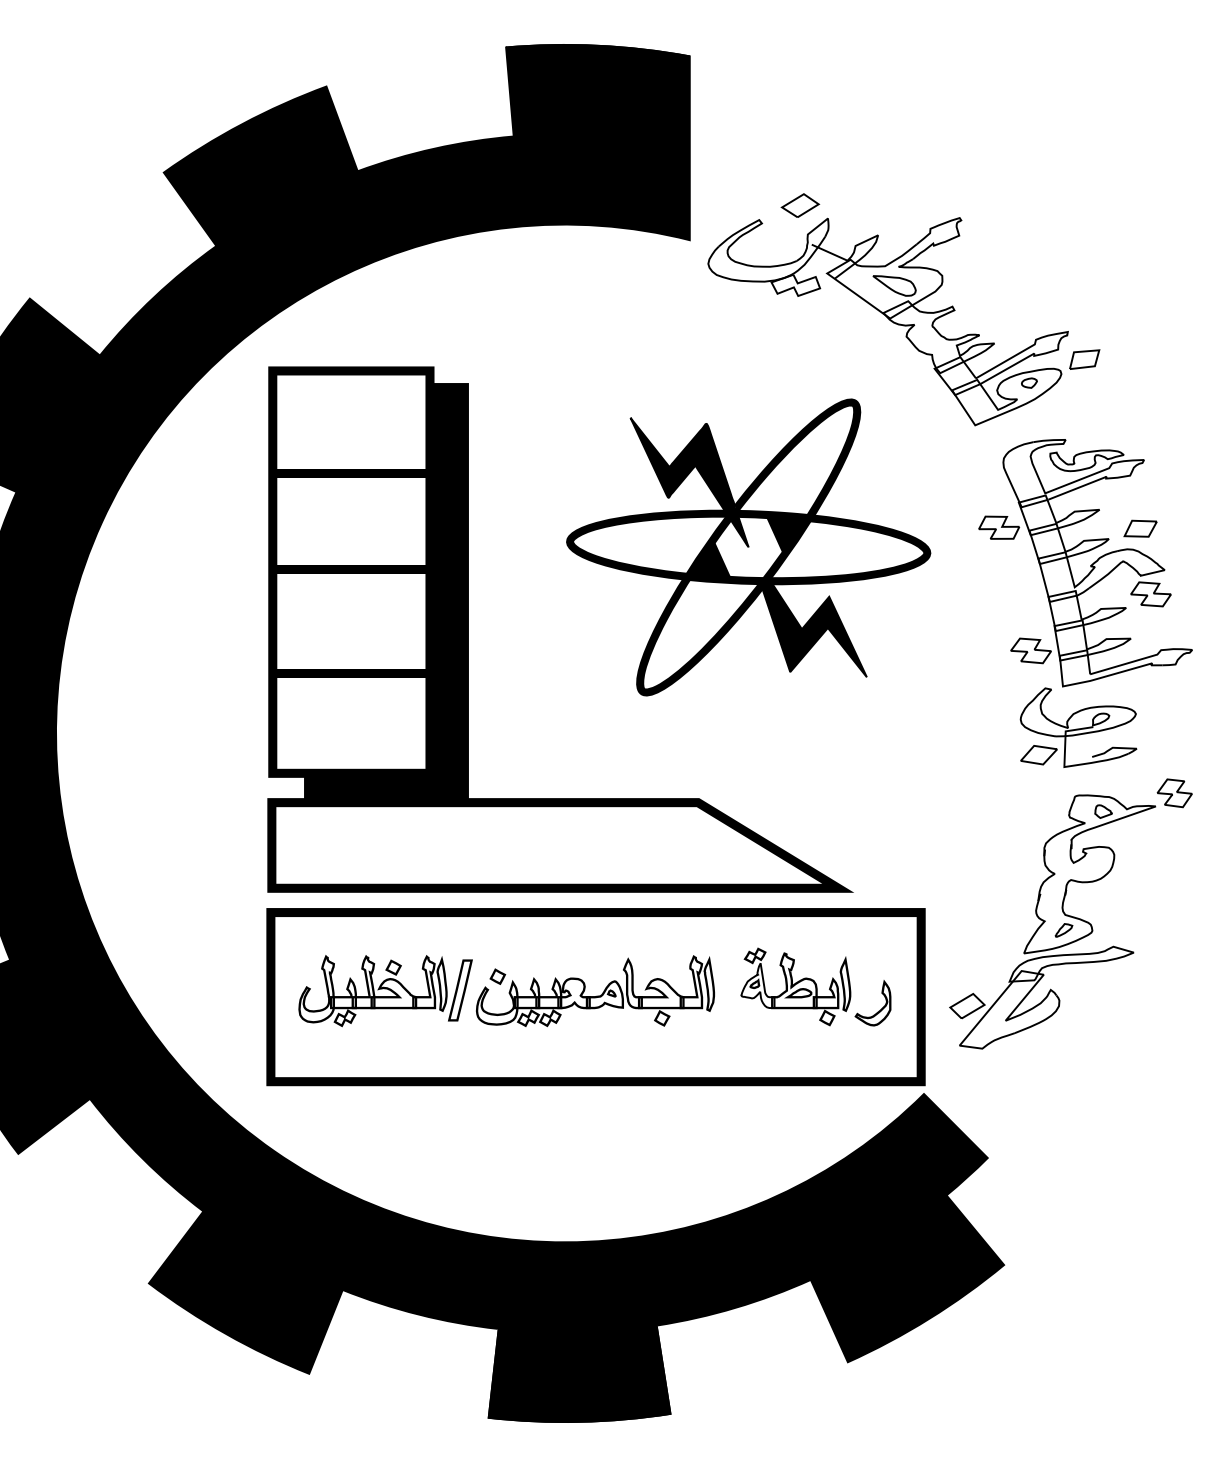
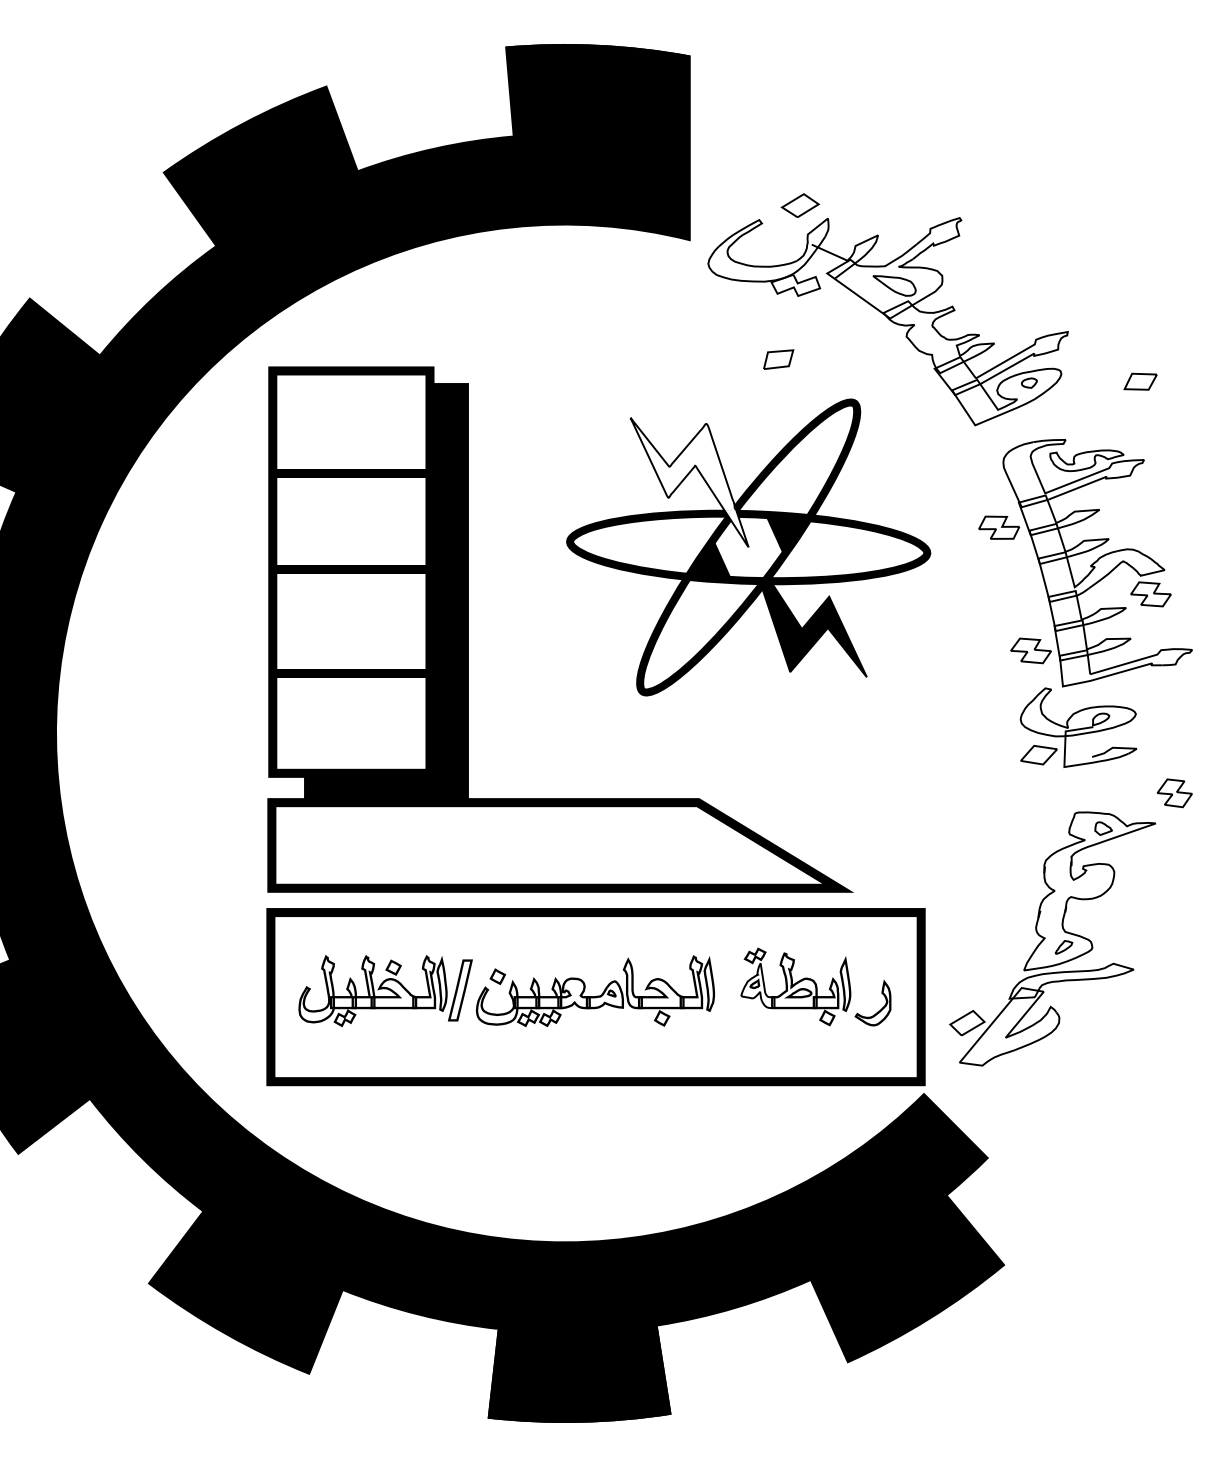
part at (1084, 359) position: (1084, 359) -> (778, 359)
fill at (689, 482): present -> none
part at (1140, 528) position: (1140, 528) -> (1140, 381)
part at (1052, 921) position: (1052, 921) -> (1052, 938)
